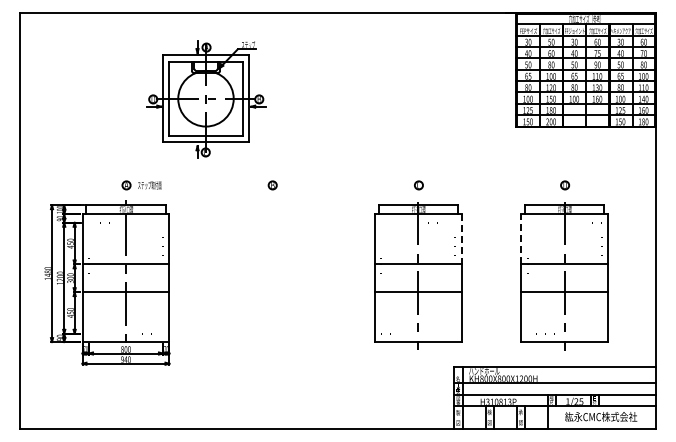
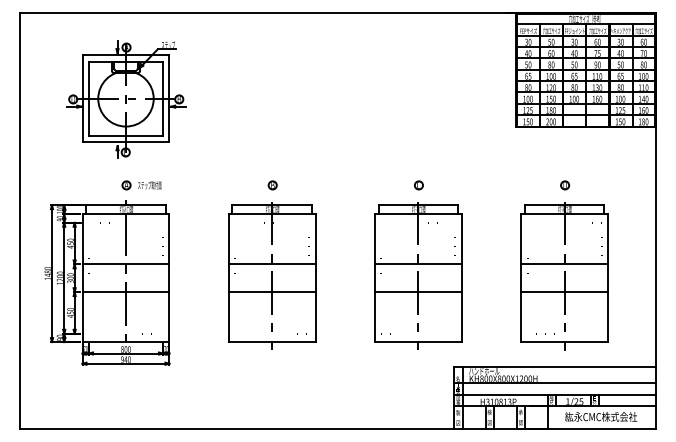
part at (206, 99) position: (206, 99) -> (126, 99)
line at (461, 239): dashed -> solid
line at (521, 239): dashed -> solid
part at (272, 275): none -> present
